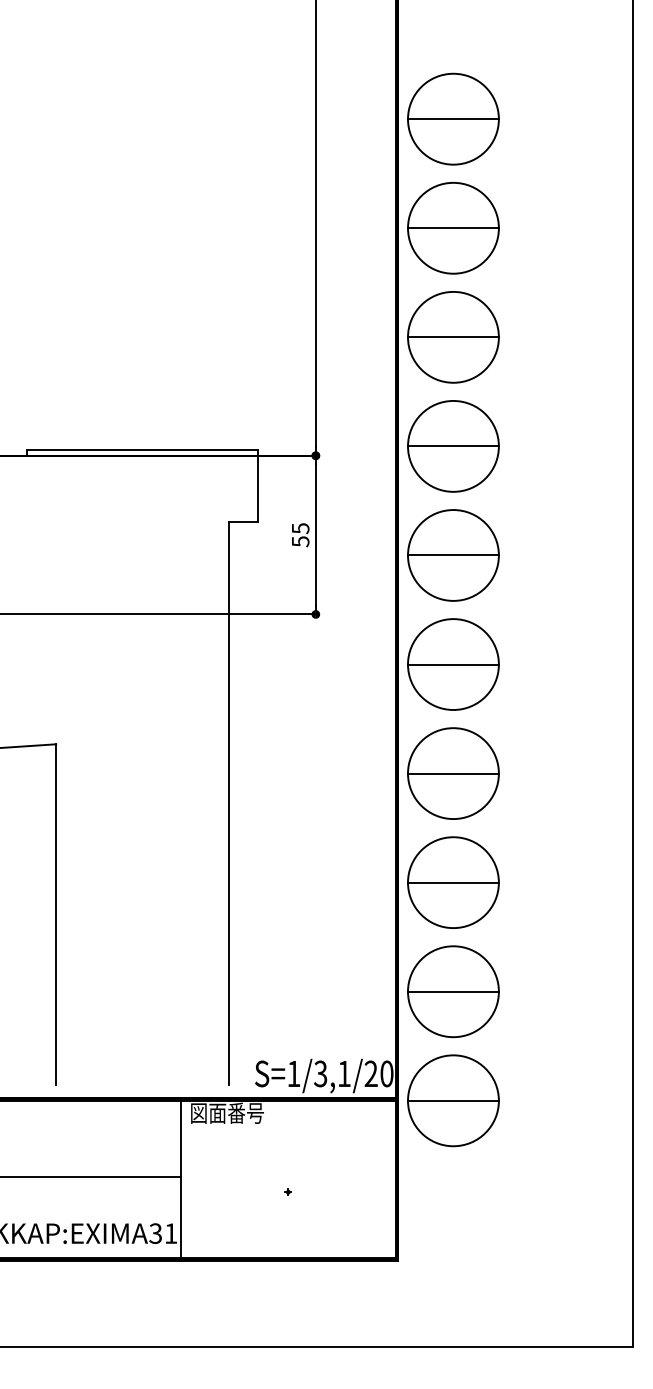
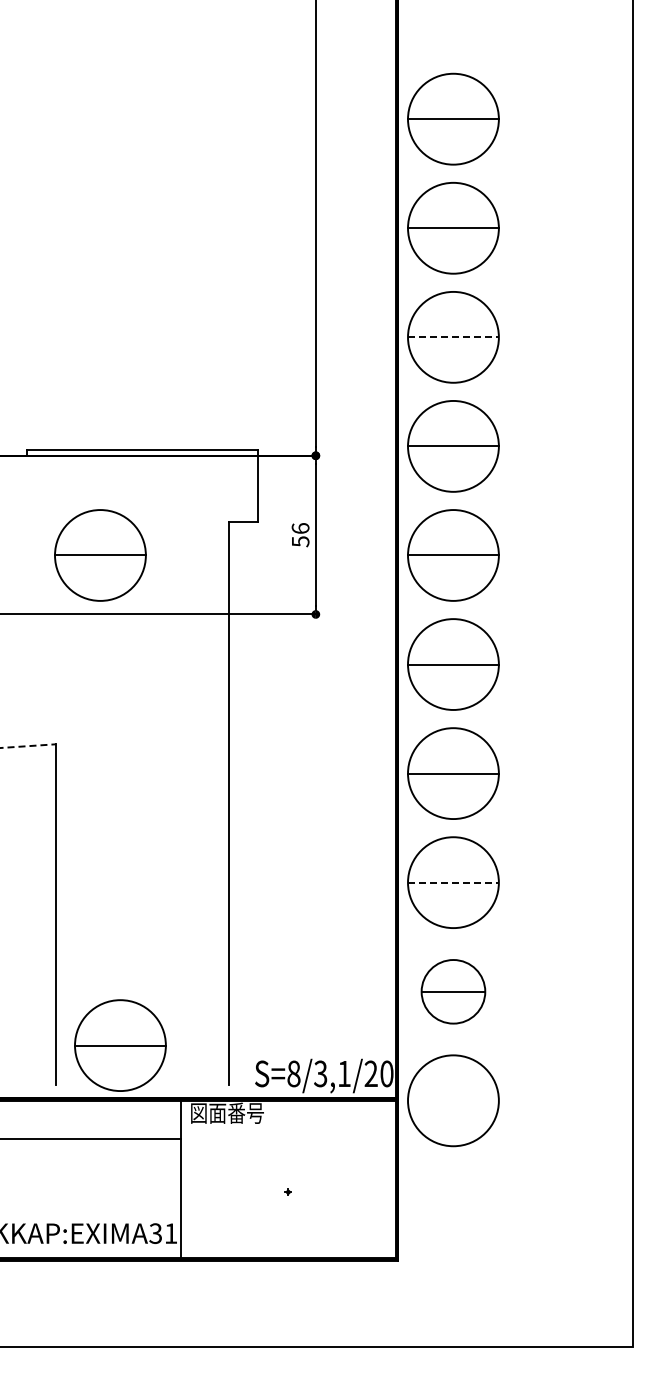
line at (453, 337): solid -> dashed
text at (300, 528): 55 -> 56
part at (100, 555): none -> present
line at (28, 746): solid -> dashed
line at (453, 882): solid -> dashed
part at (453, 991) size: 93x94 px -> 67x66 px
part at (120, 1045): none -> present
text at (293, 1073): S=1/3,1/20 -> S=8/3,1/20
line at (453, 1100): present -> none
line at (91, 1176) position: (91, 1176) -> (91, 1138)
